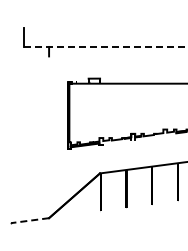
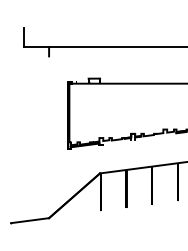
line at (105, 46): dashed -> solid
line at (29, 220): dashed -> solid
